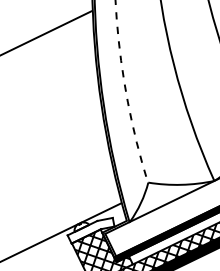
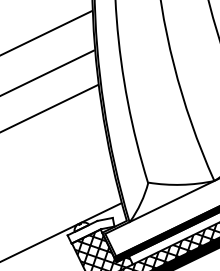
line at (47, 72): none -> present
arc at (126, 93): dashed -> solid
line at (49, 108): none -> present
